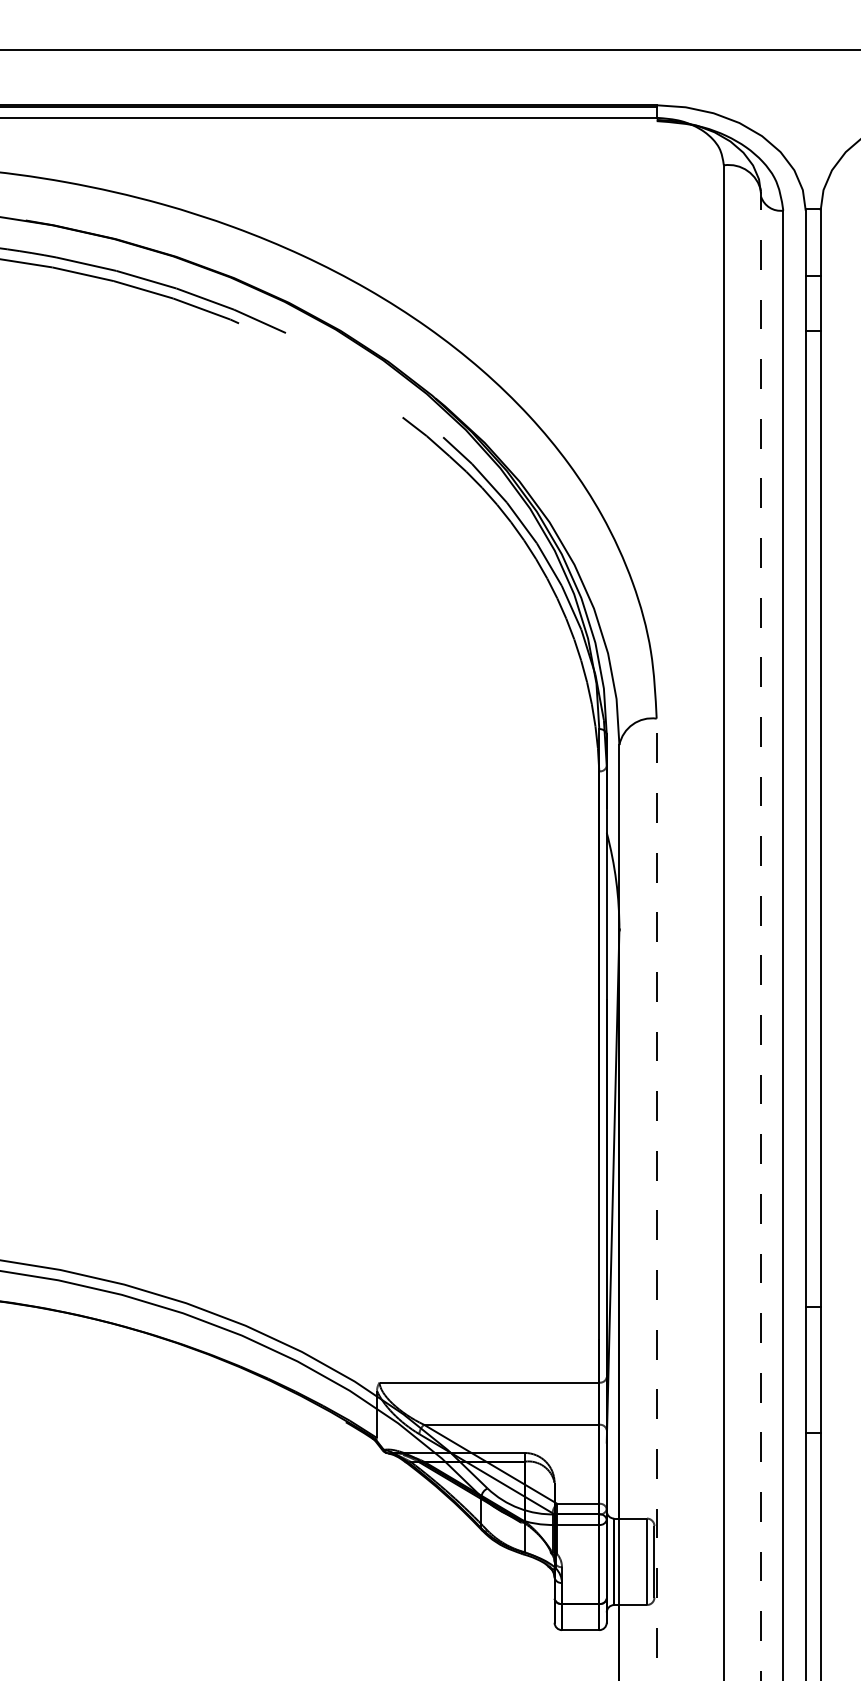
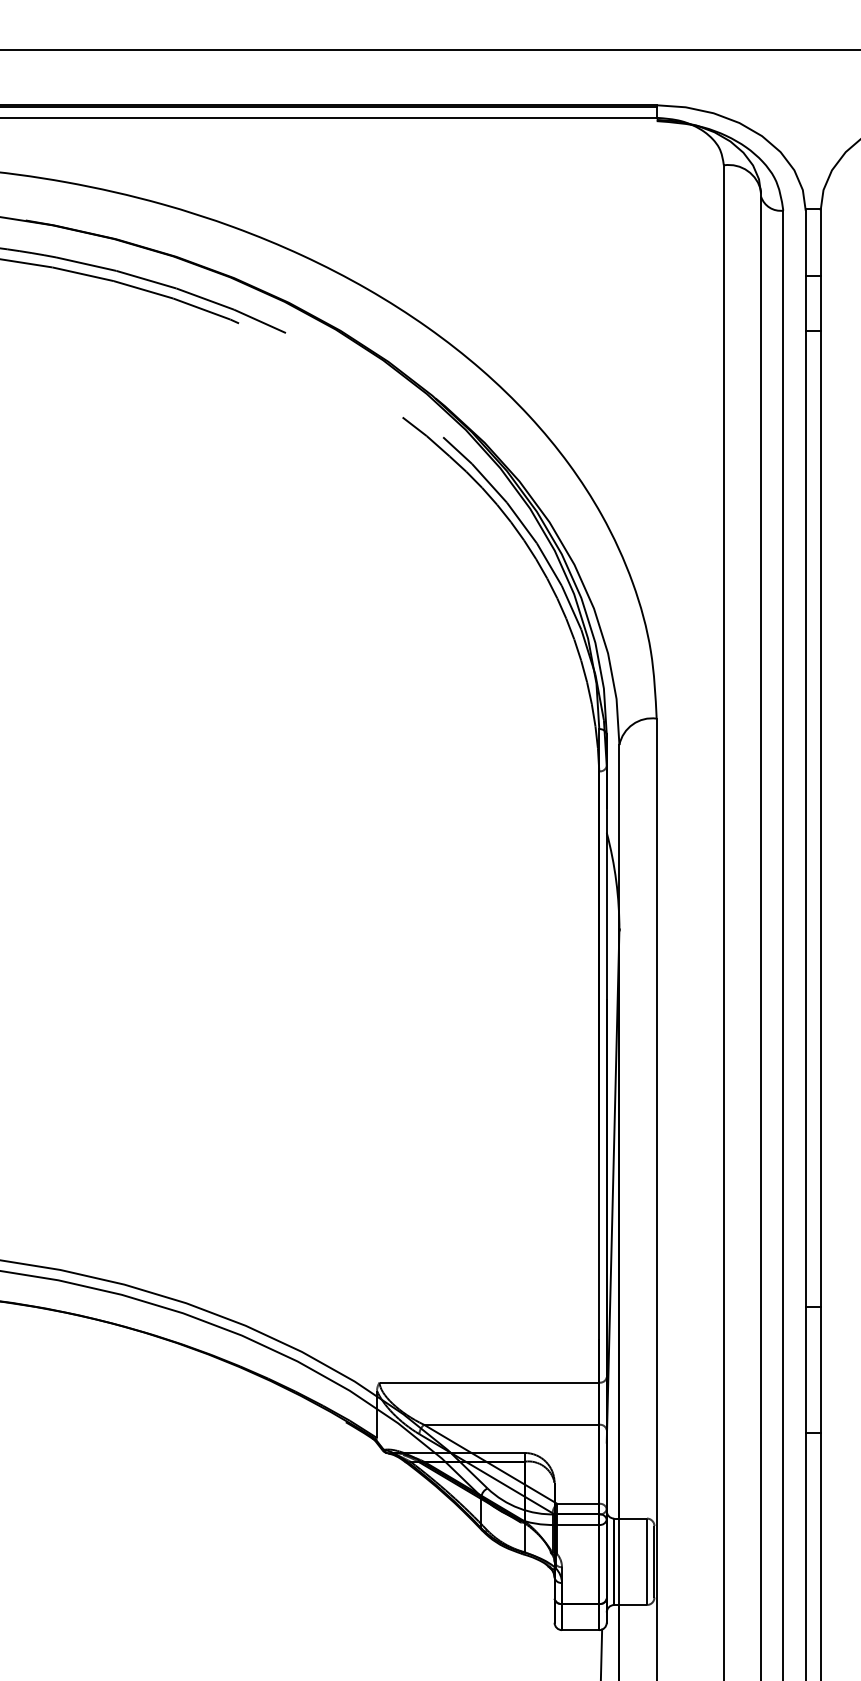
line at (761, 935): dashed -> solid
line at (656, 1199): dashed -> solid
line at (601, 1653): none -> present
